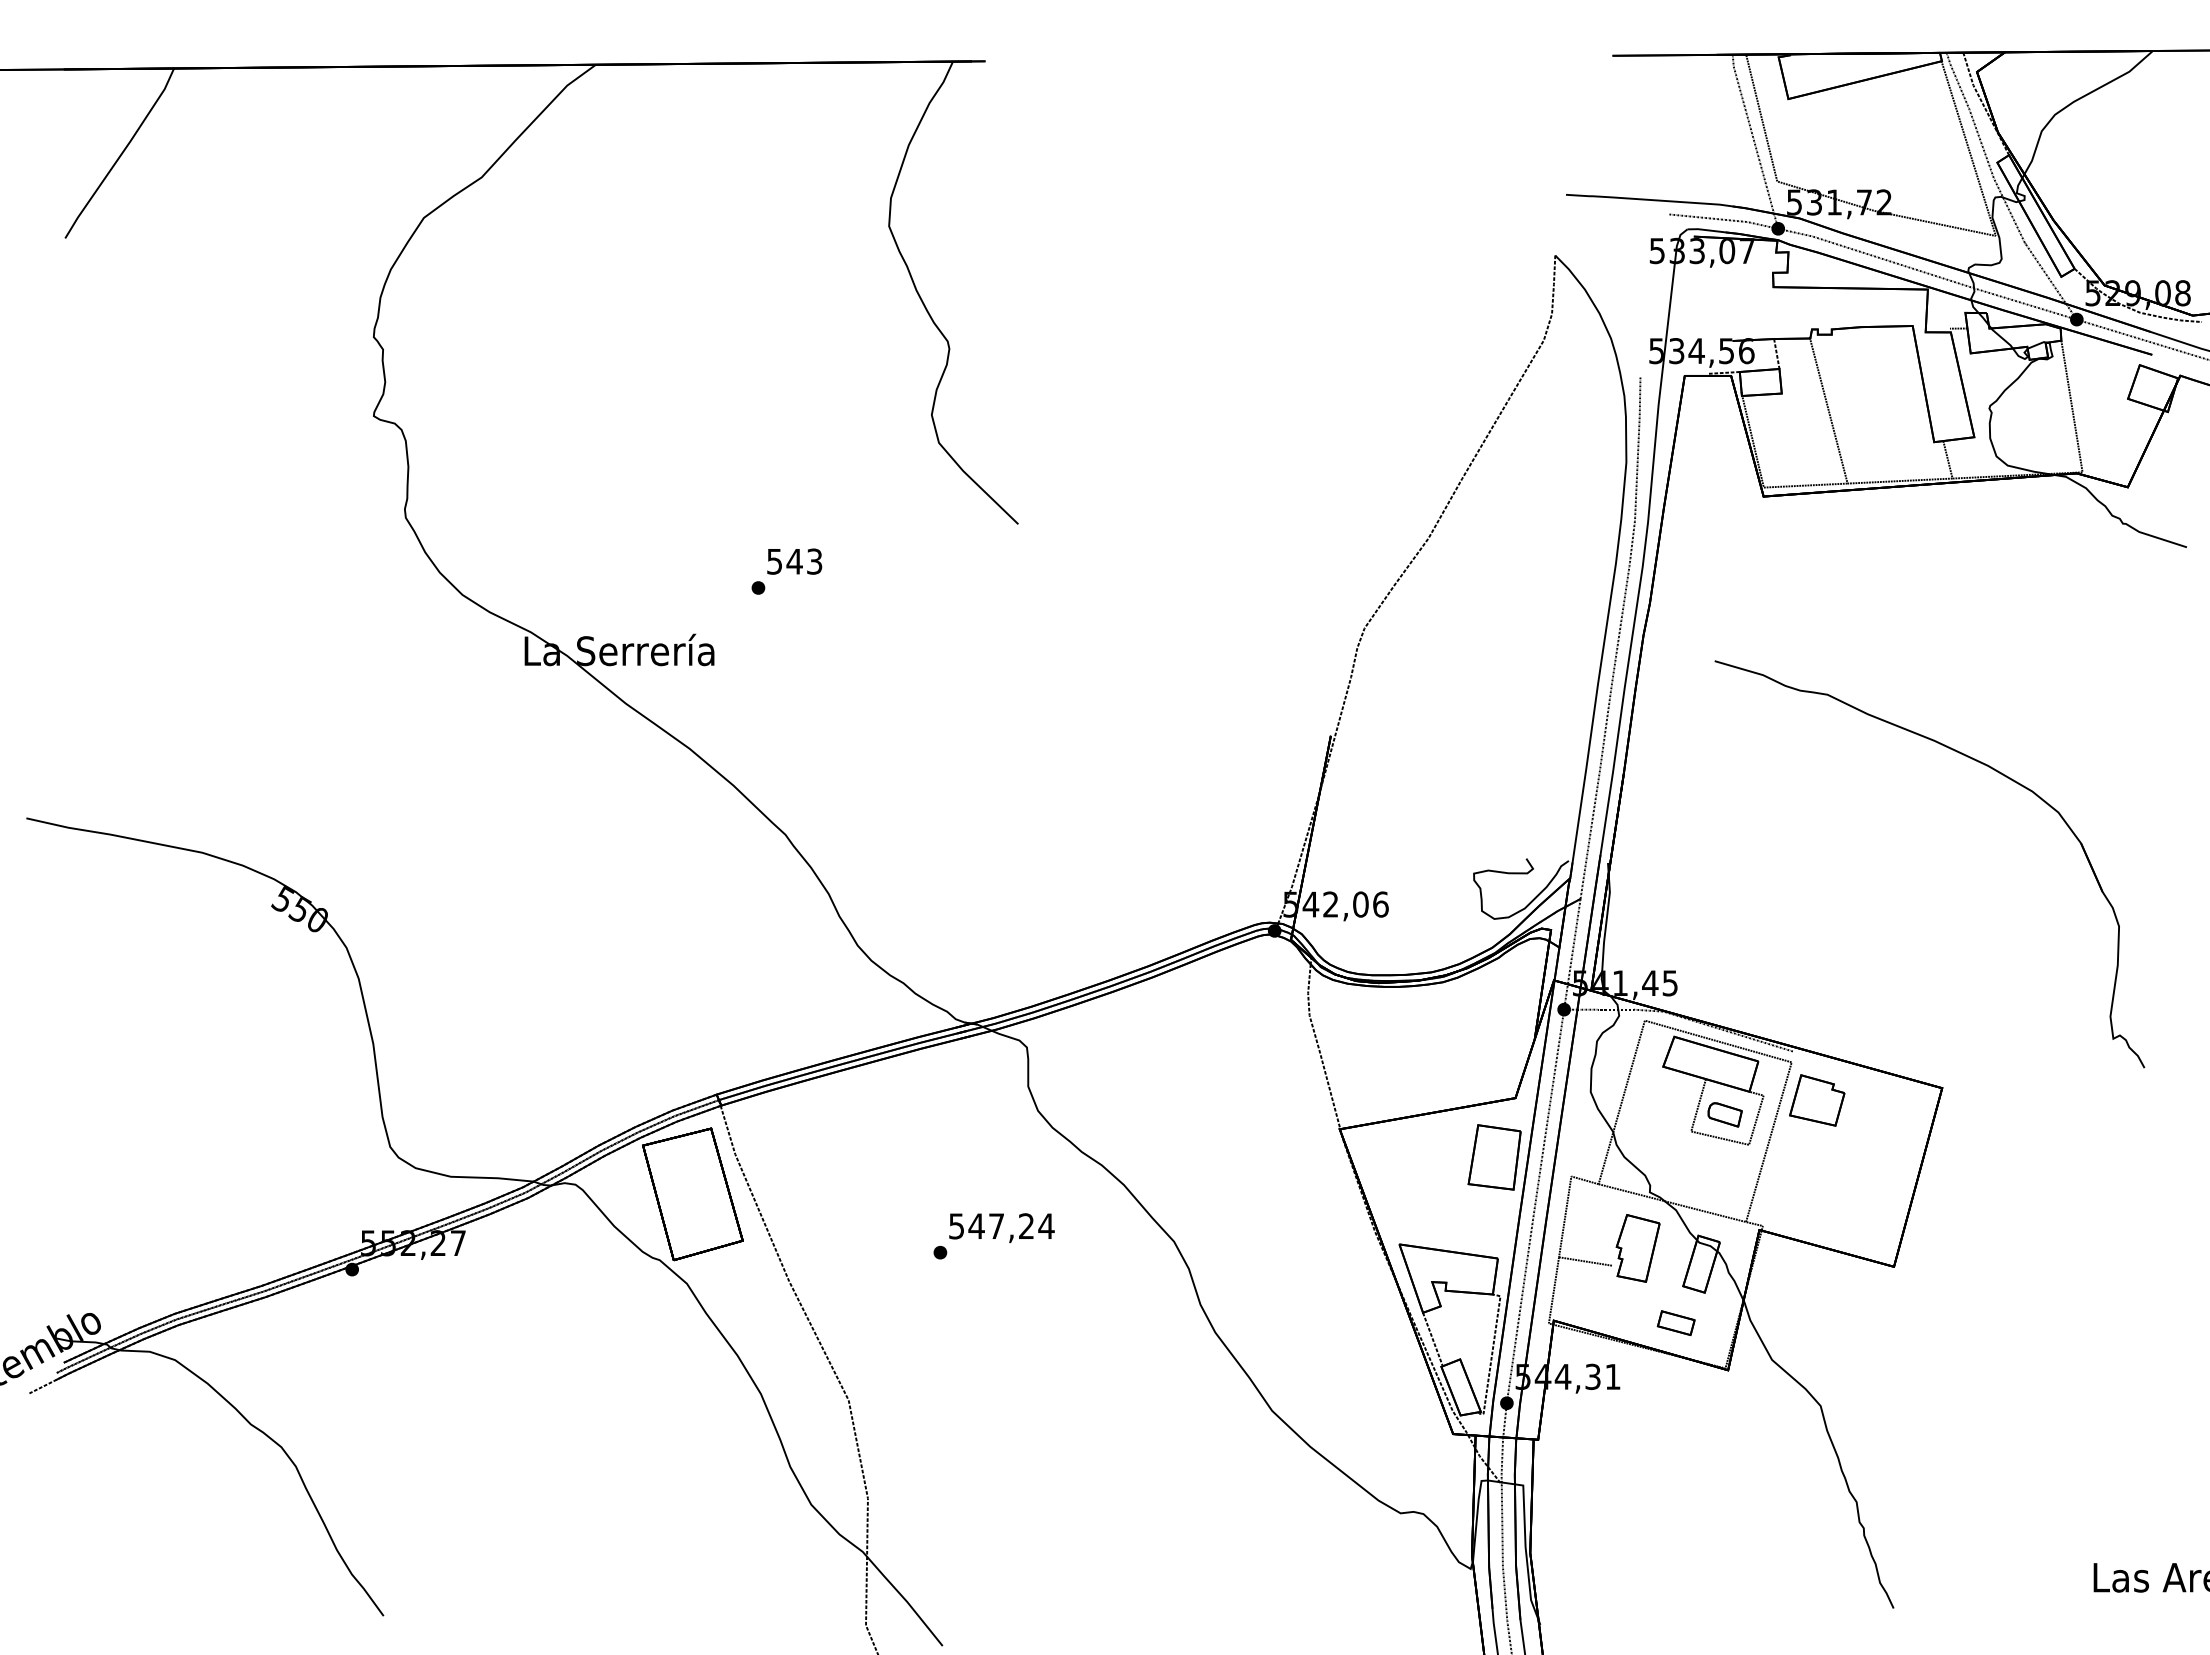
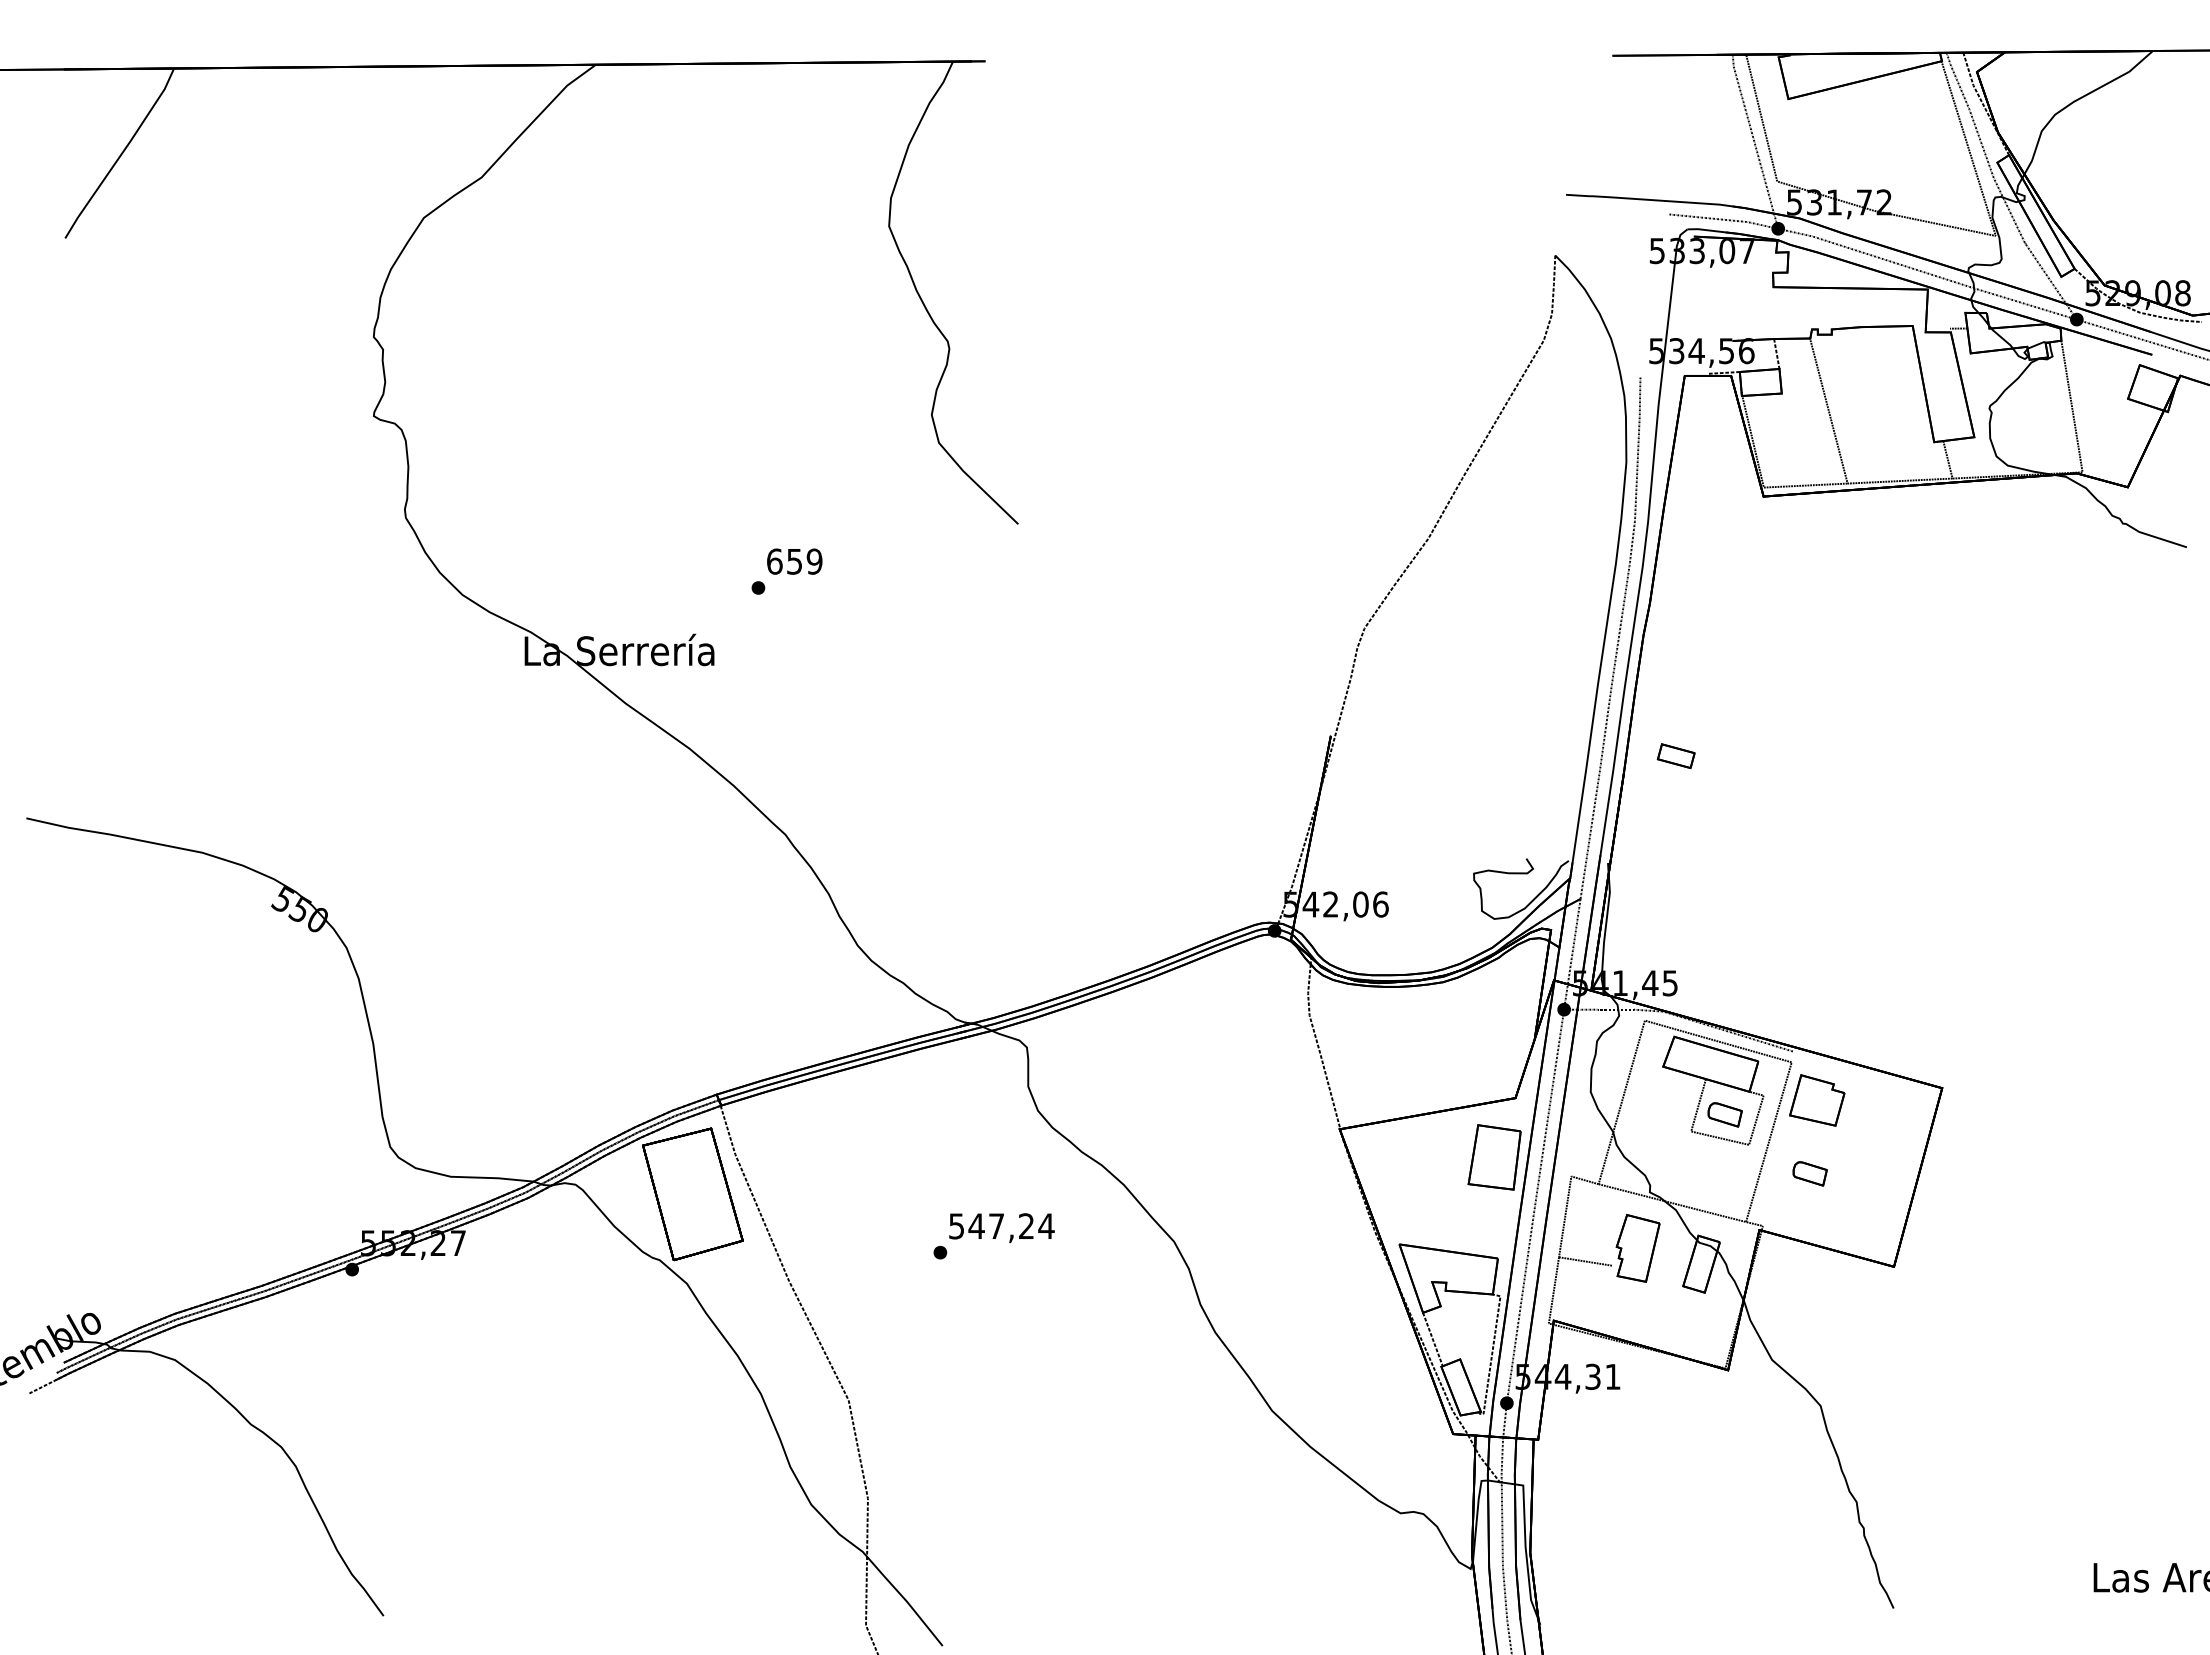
text at (794, 561): 543 -> 659
part at (1973, 760): present -> none
part at (1809, 1173): none -> present
part at (1675, 1322) position: (1675, 1322) -> (1675, 755)
